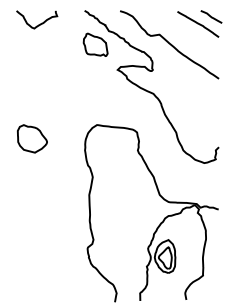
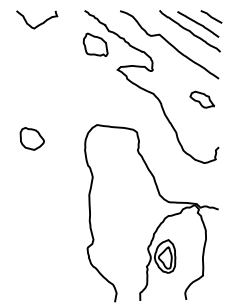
curve at (189, 31): none -> present
part at (202, 99): none -> present
part at (32, 138) size: 31x30 px -> 26x24 px
